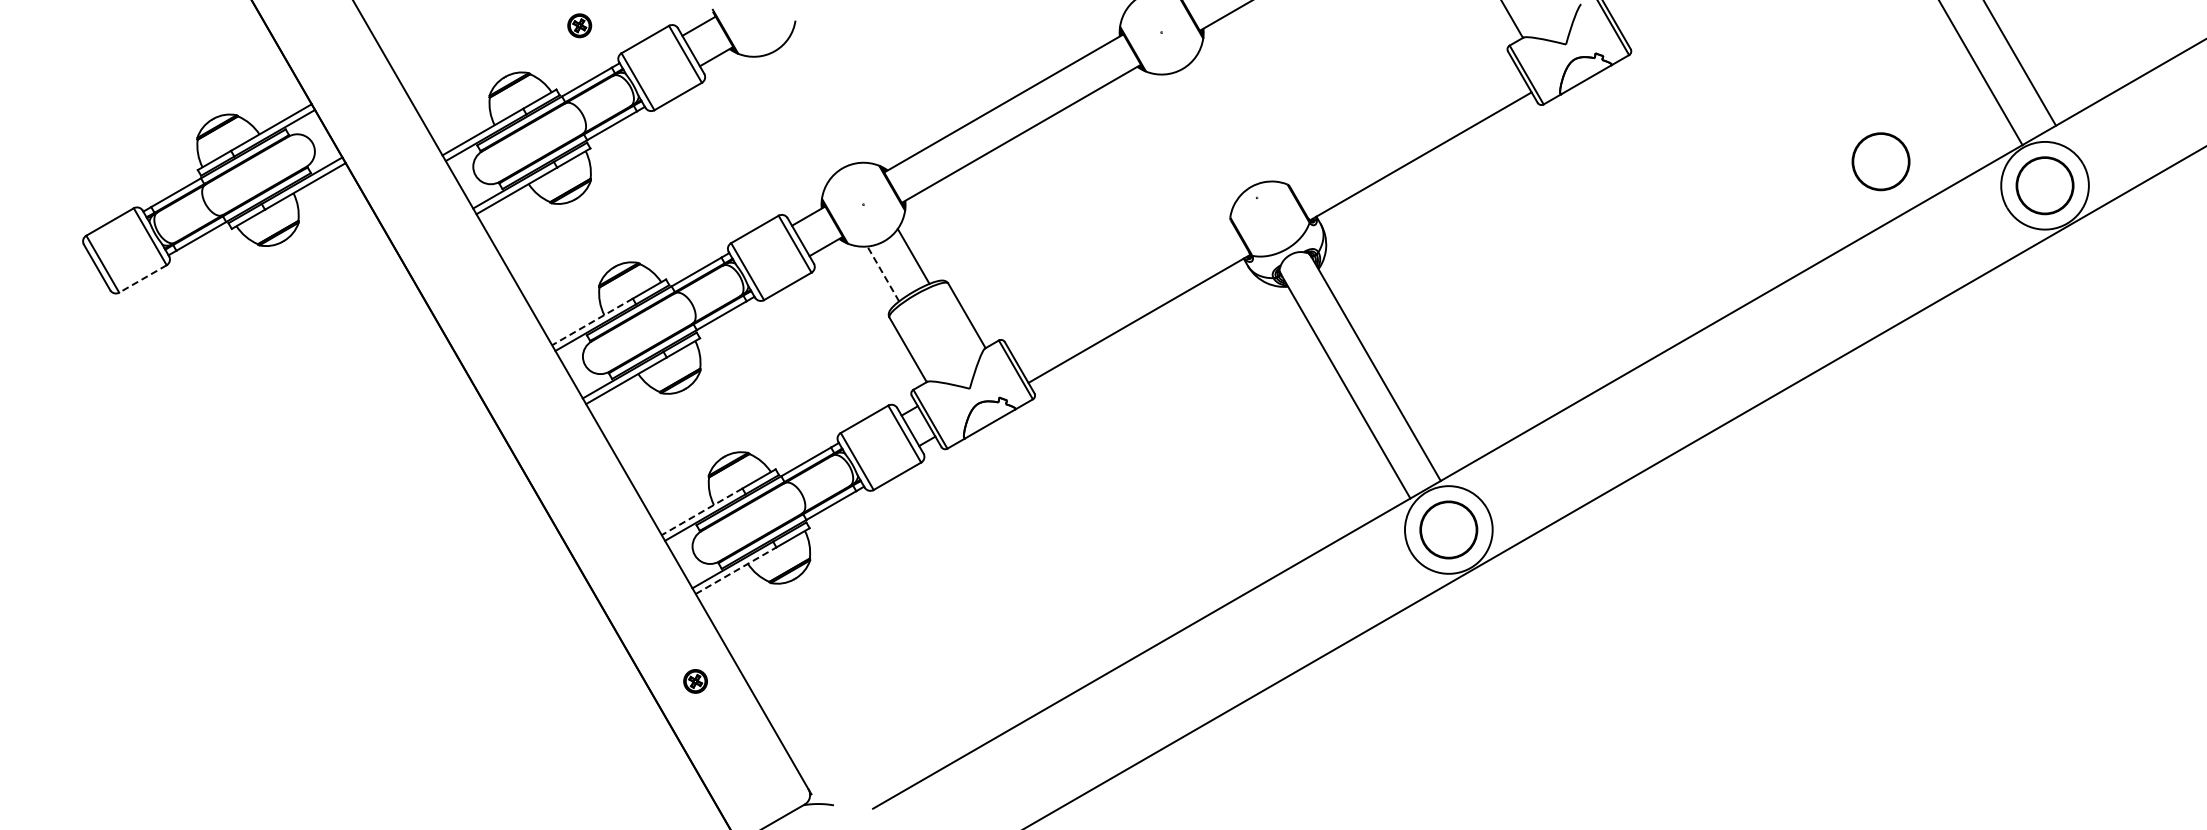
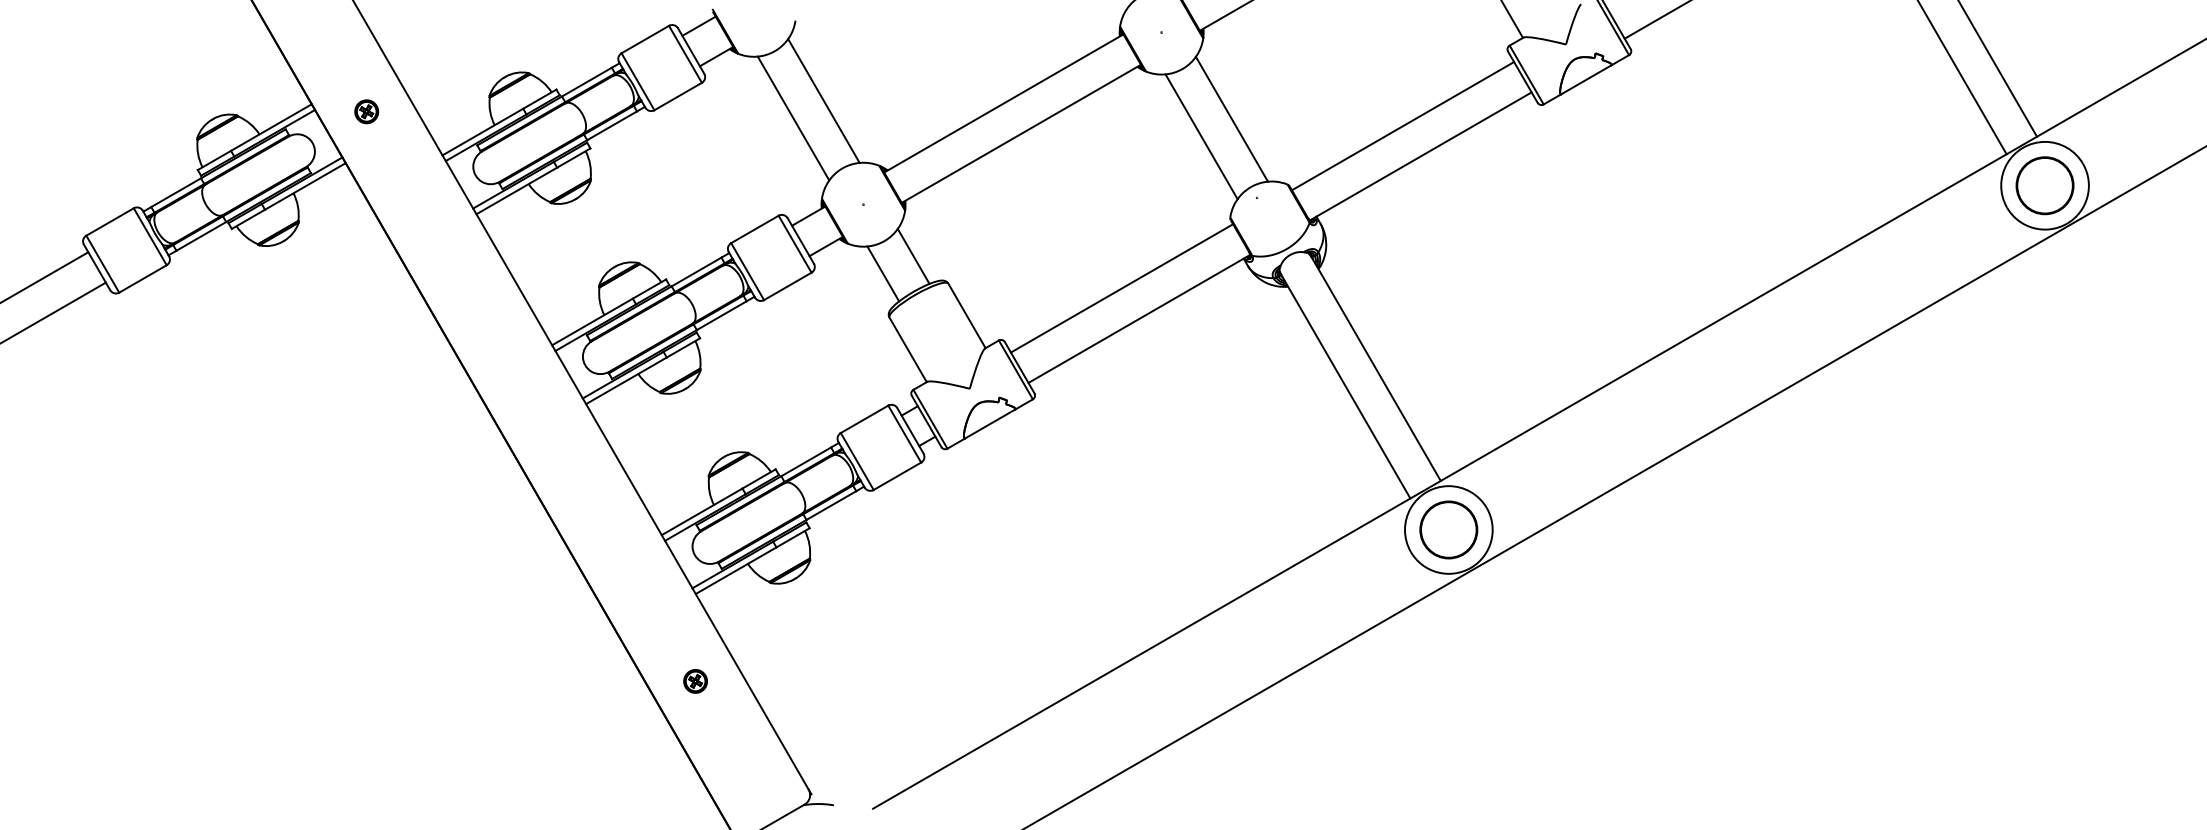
line at (1655, 20): none -> present
part at (579, 25) position: (579, 25) -> (366, 111)
line at (2020, 63) position: (2020, 63) -> (1998, 69)
line at (1981, 73) position: (1981, 73) -> (1962, 78)
line at (823, 100): none -> present
line at (793, 118): none -> present
line at (1231, 118): none -> present
line at (1402, 126): none -> present
line at (1201, 136): none -> present
circle at (1880, 161): present -> none
line at (883, 273): dashed -> solid
line at (45, 276): none -> present
line at (142, 279): dashed -> solid
line at (1121, 288): none -> present
line at (53, 312): none -> present
line at (592, 321): dashed -> solid
line at (702, 511): dashed -> solid
line at (736, 570): dashed -> solid
